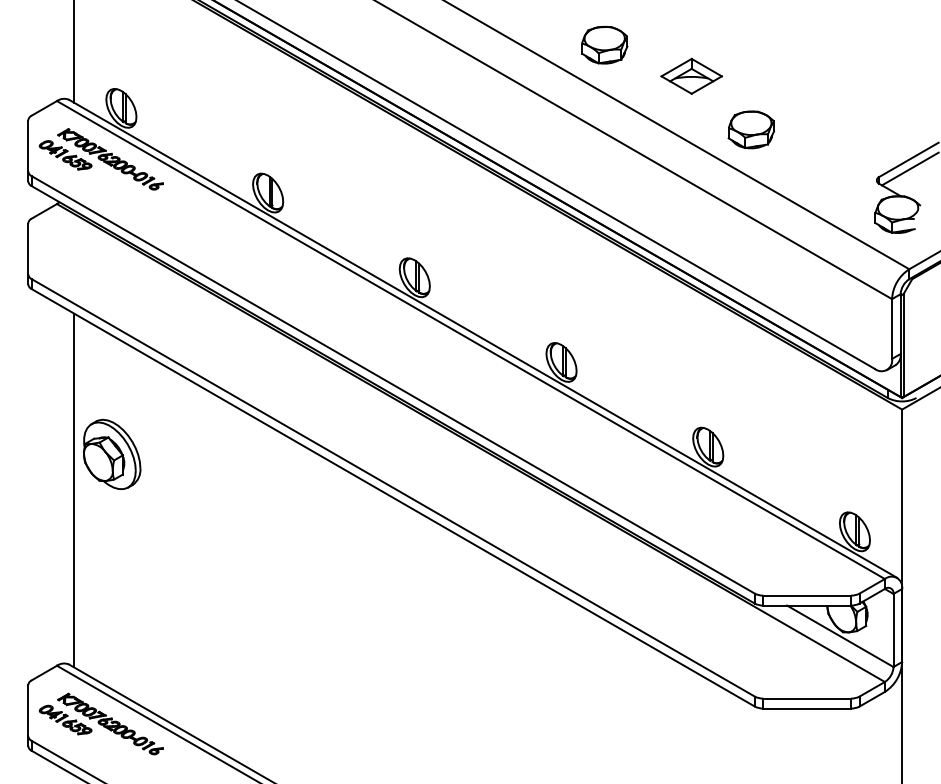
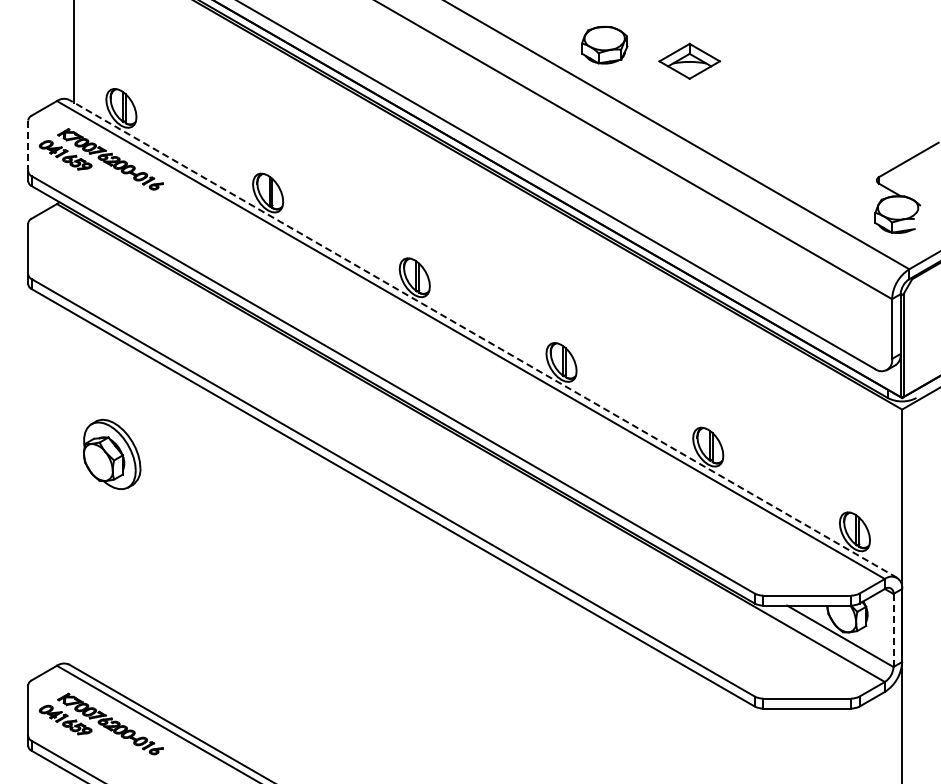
part at (691, 75) position: (691, 75) -> (689, 60)
part at (751, 129): present -> none
line at (28, 146): solid -> dashed
line at (909, 169): present -> none
line at (483, 338): solid -> dashed
line at (74, 490): present -> none
line at (893, 630): solid -> dashed
